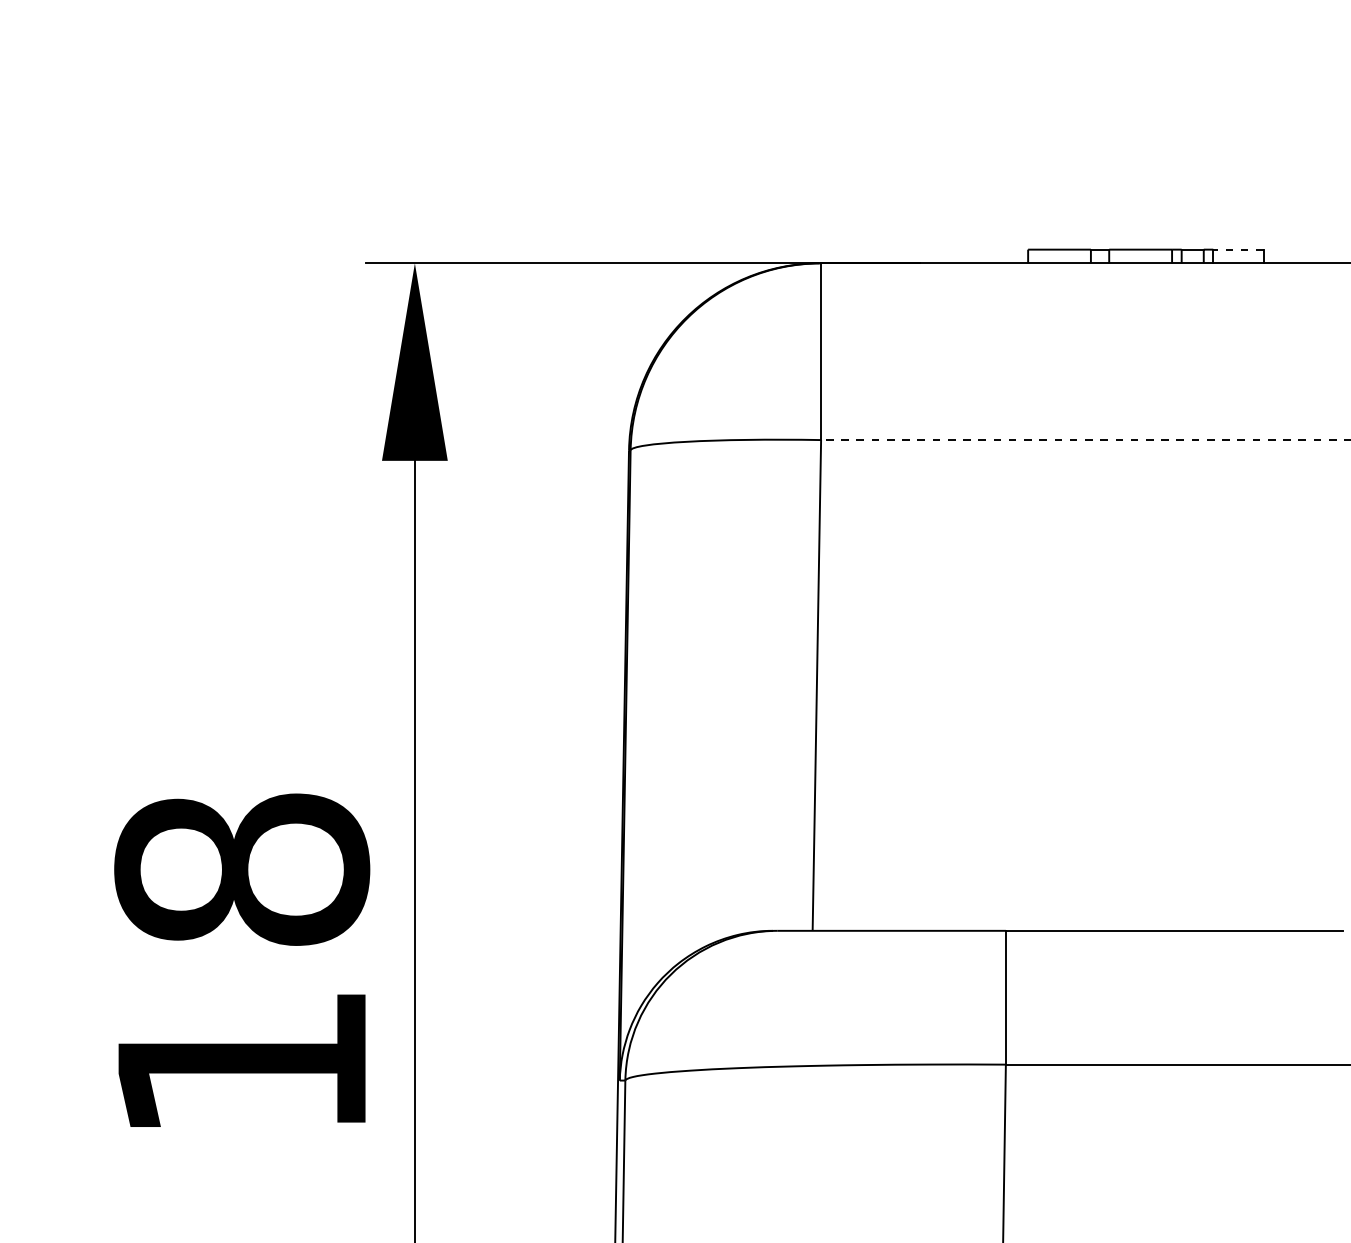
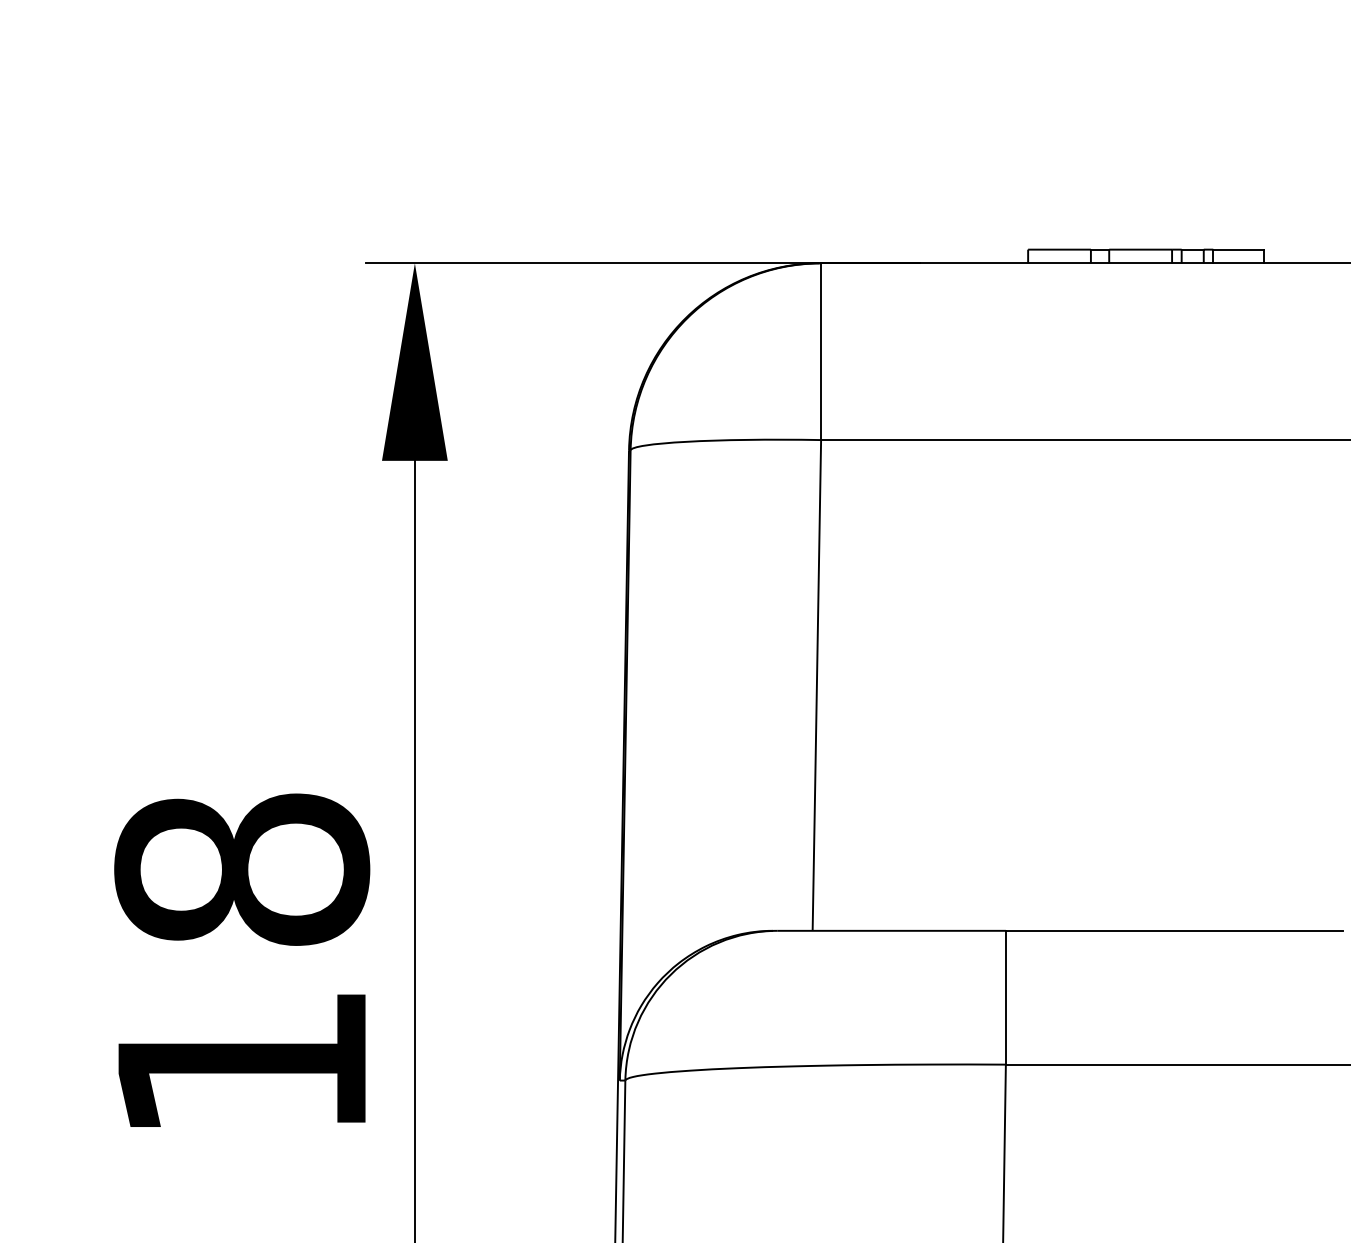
line at (1237, 249): dashed -> solid
line at (1085, 440): dashed -> solid
